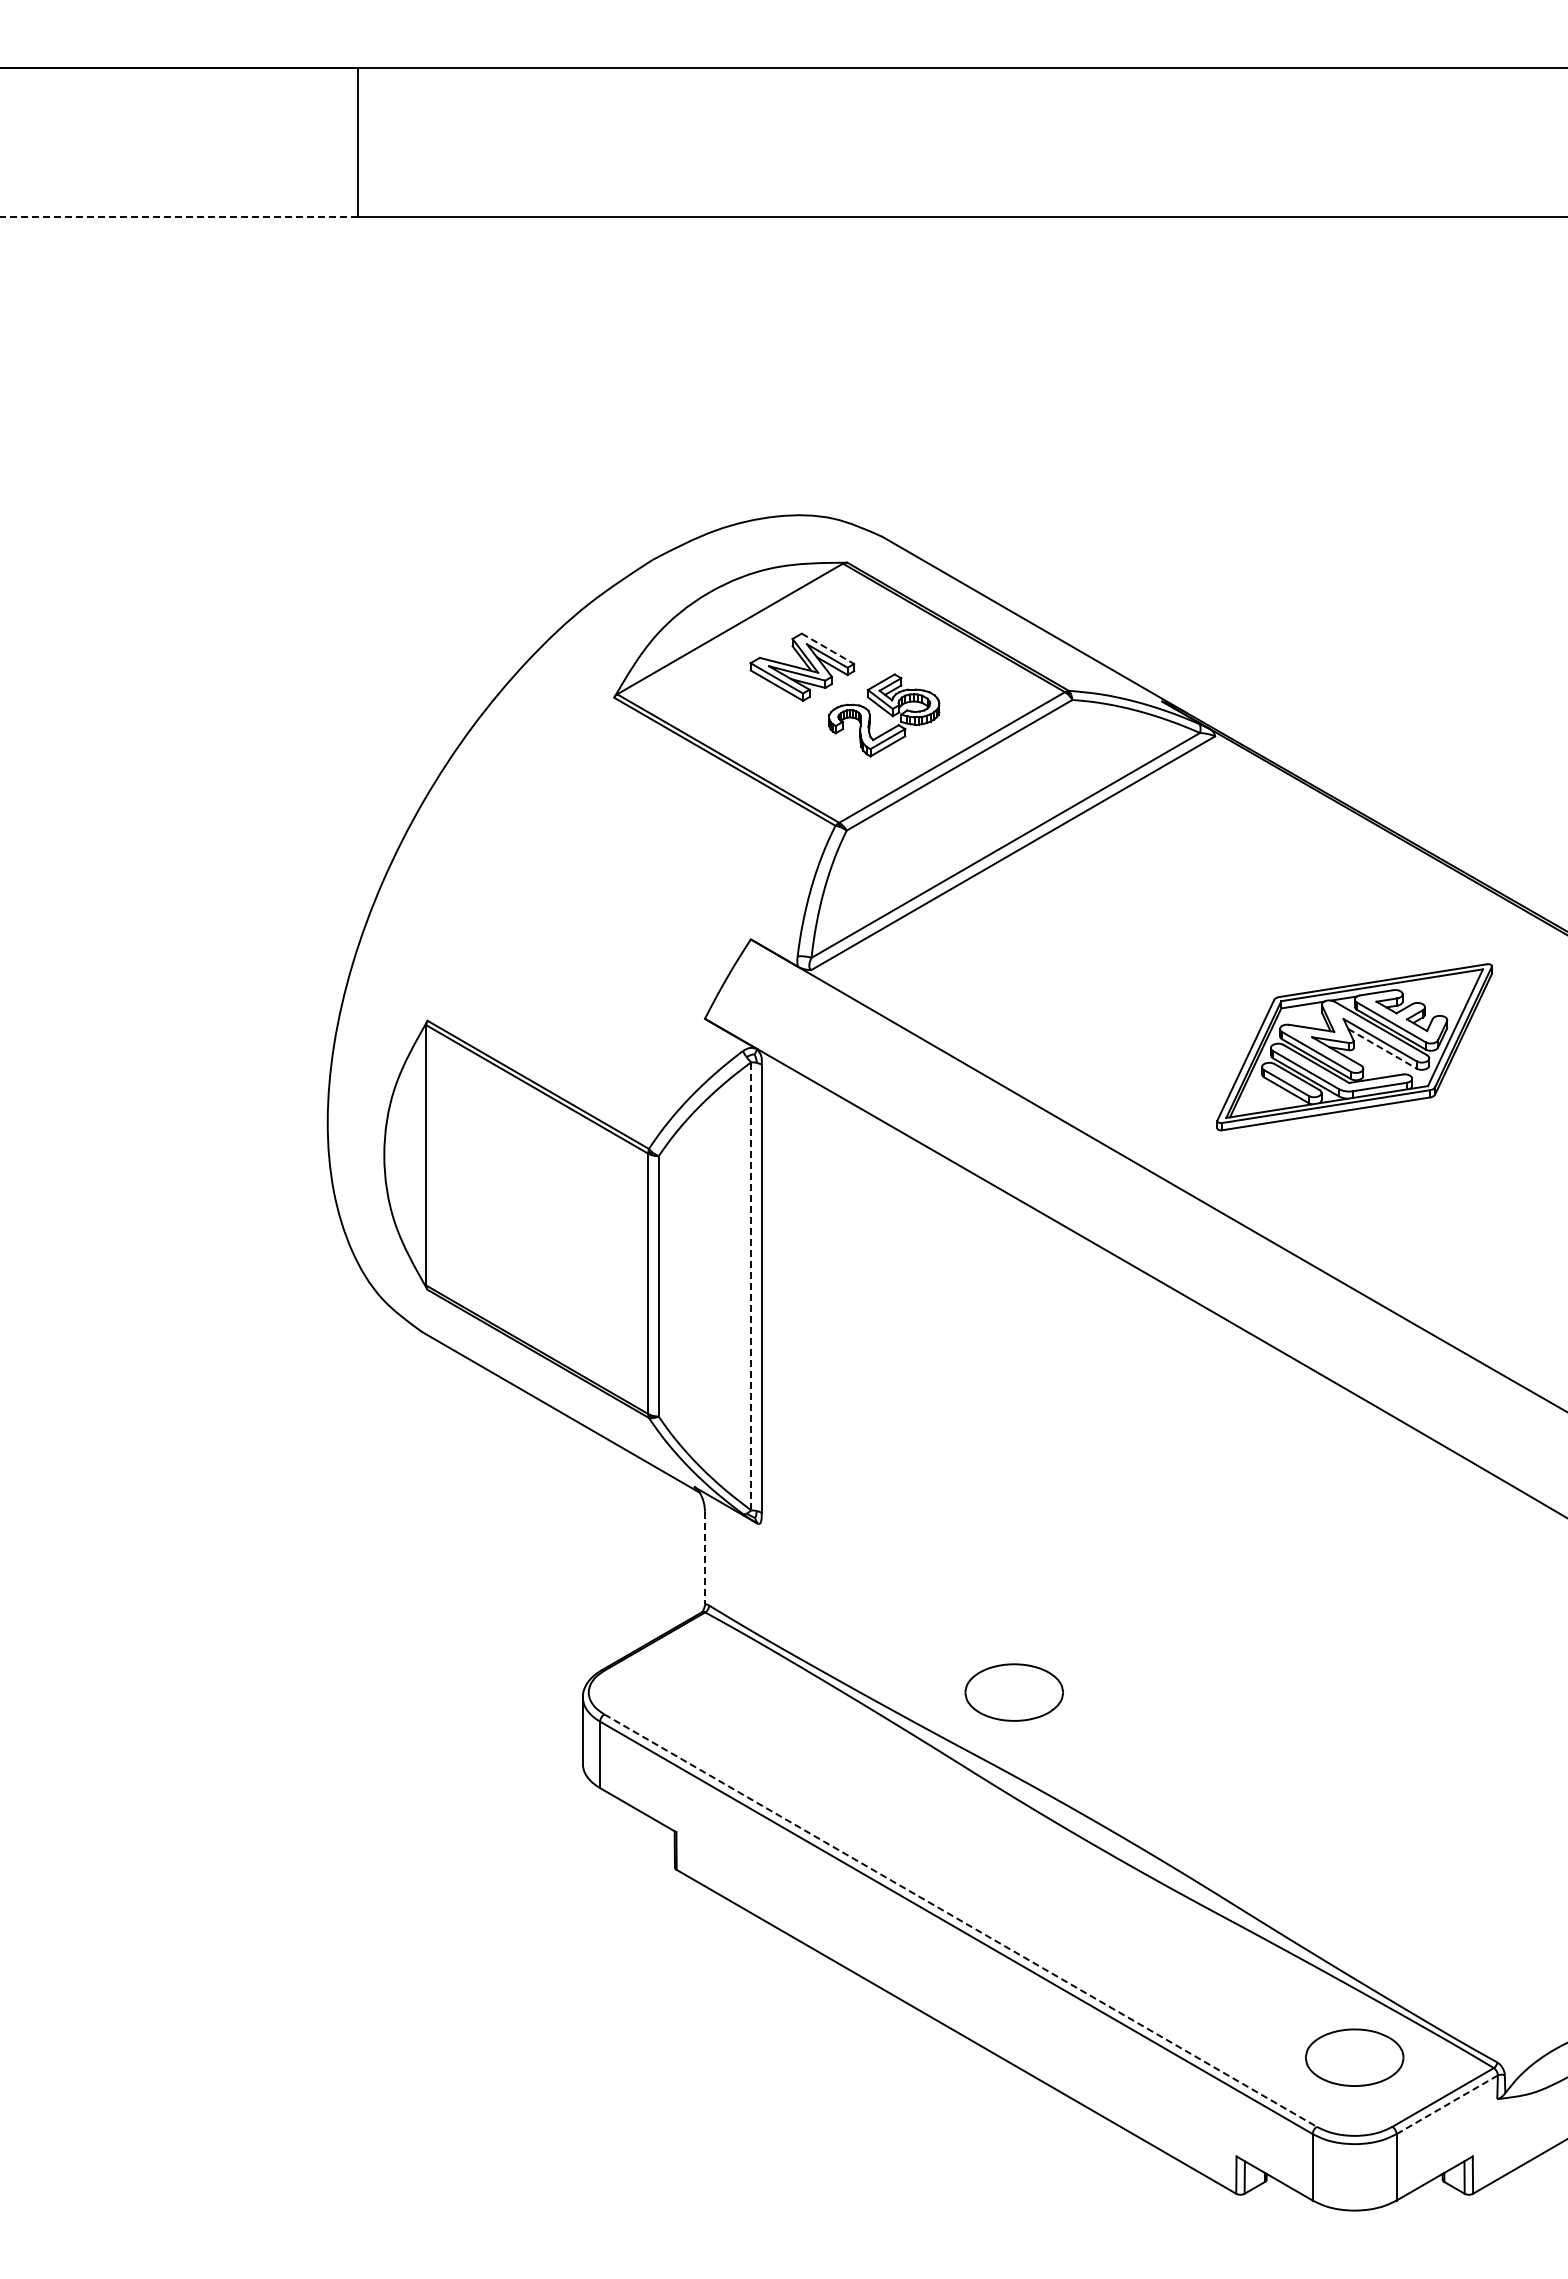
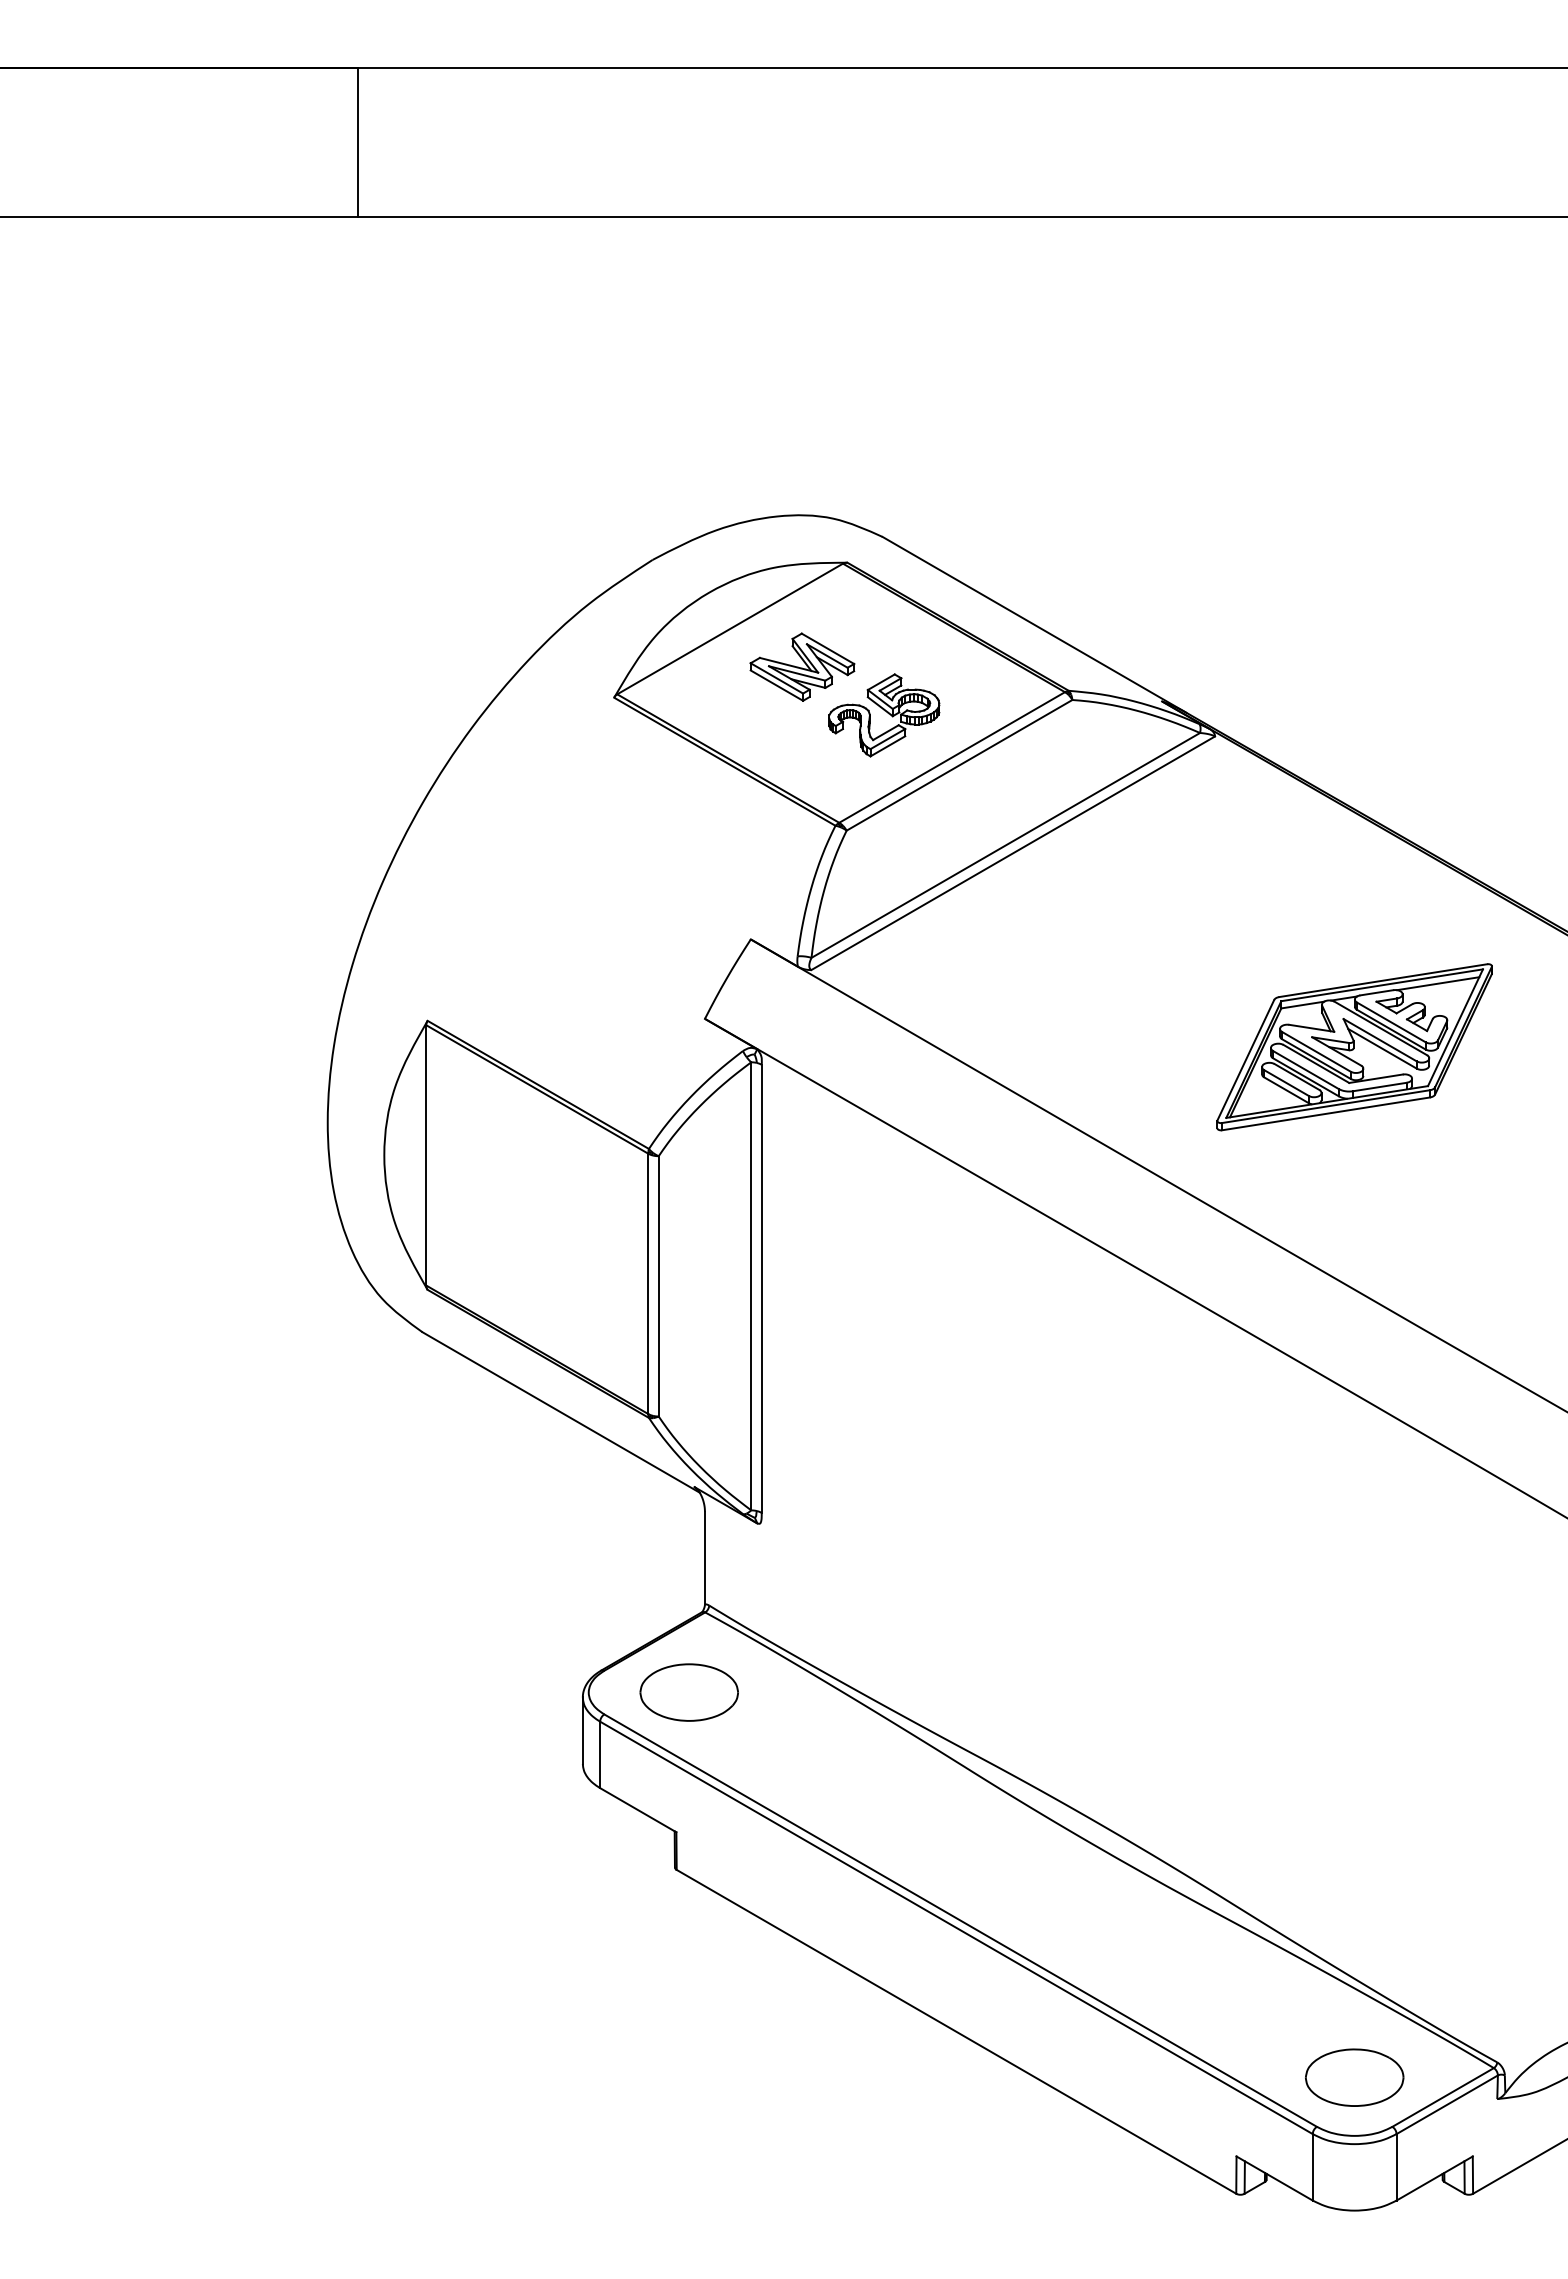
line at (179, 216): dashed -> solid
line at (828, 649): dashed -> solid
line at (1438, 983): none -> present
line at (1382, 1048): dashed -> solid
line at (751, 1285): dashed -> solid
line at (704, 1558): dashed -> solid
part at (1013, 1692) position: (1013, 1692) -> (688, 1692)
line at (960, 1920): dashed -> solid
part at (1354, 2057) position: (1354, 2057) -> (1354, 2077)
line at (1447, 2104): dashed -> solid
